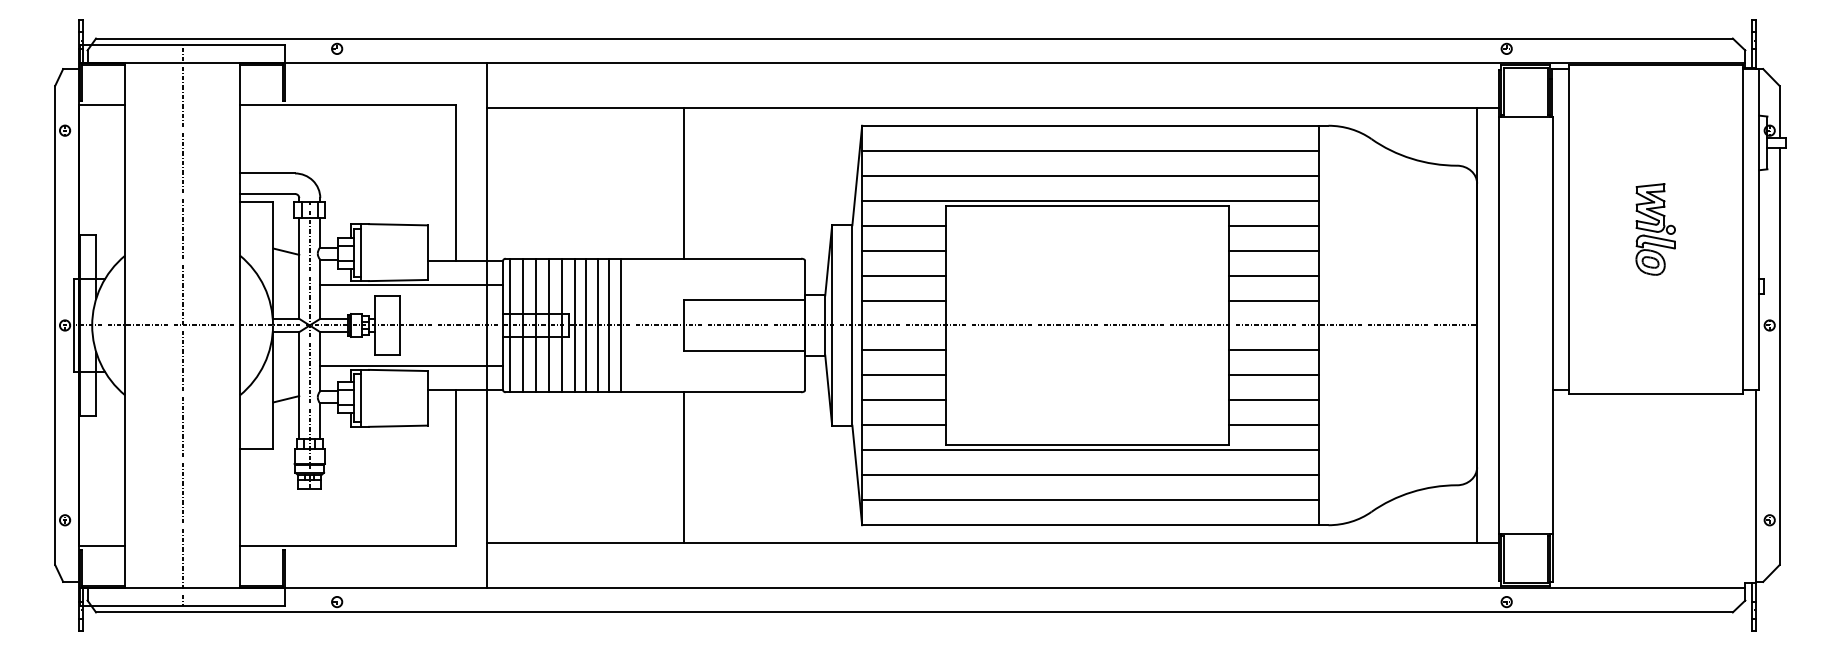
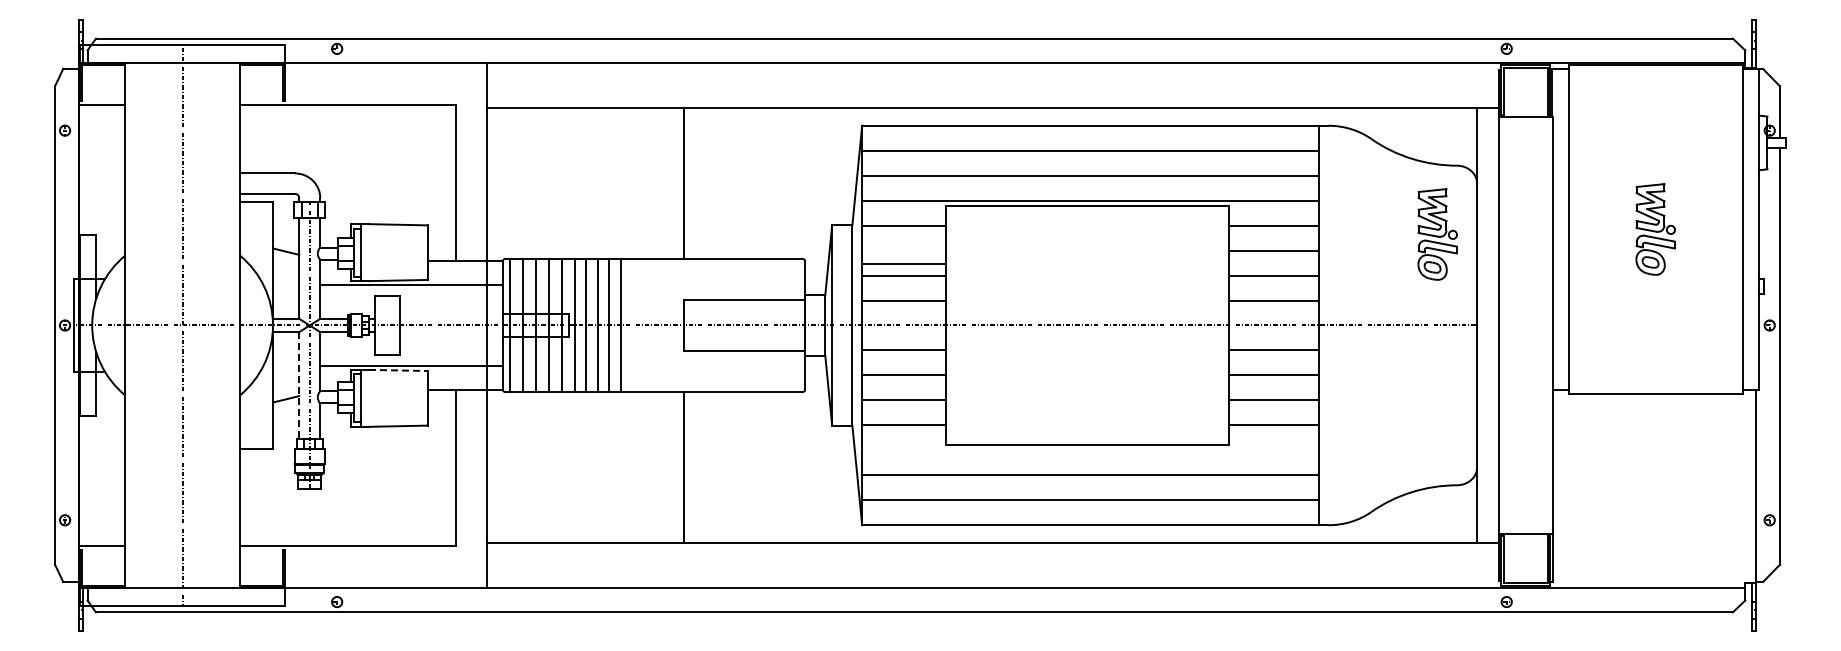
part at (1437, 234): none -> present
line at (904, 250) position: (904, 250) -> (904, 263)
line at (398, 370): solid -> dashed
line at (299, 385): solid -> dashed
line at (1090, 450): present -> none
